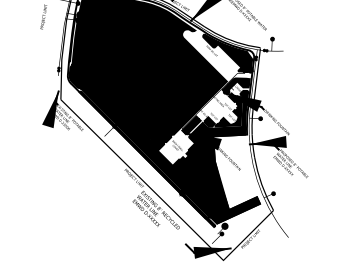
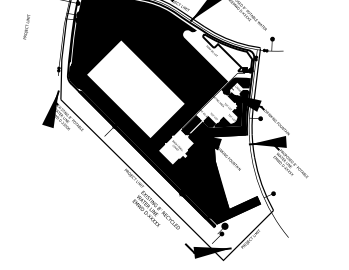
text at (43, 16) position: (43, 16) -> (26, 26)
fill at (227, 53): present -> none
fill at (135, 89): present -> none
